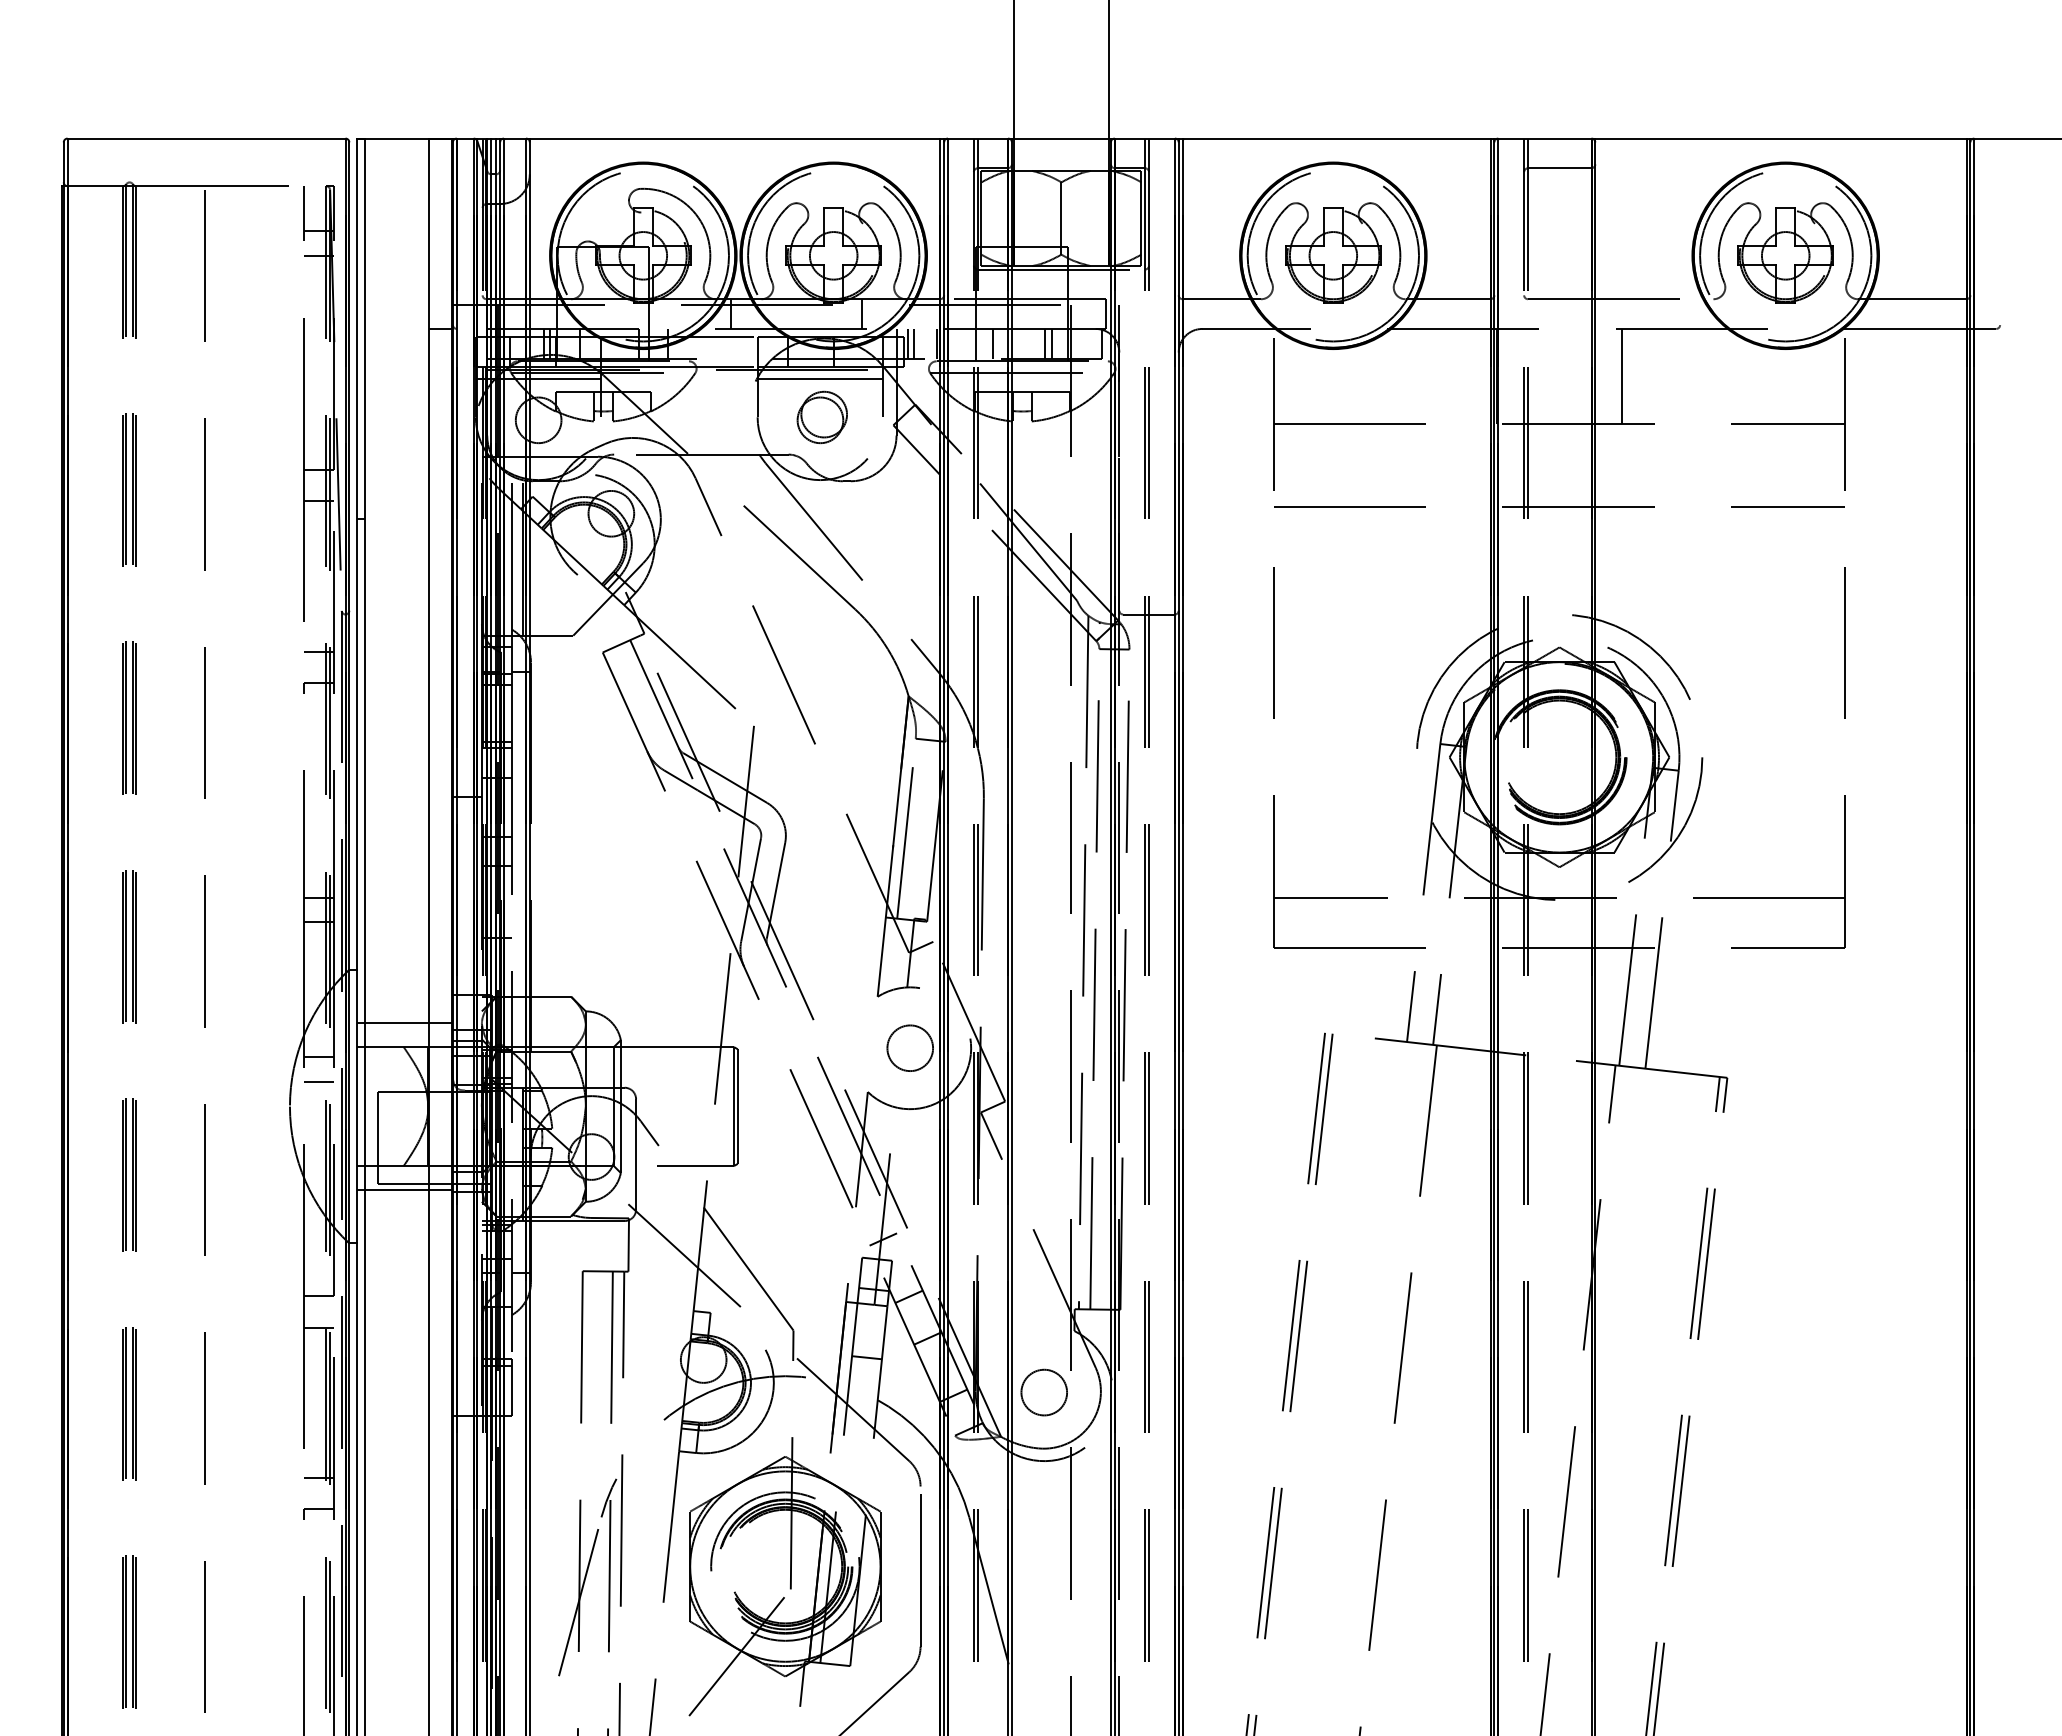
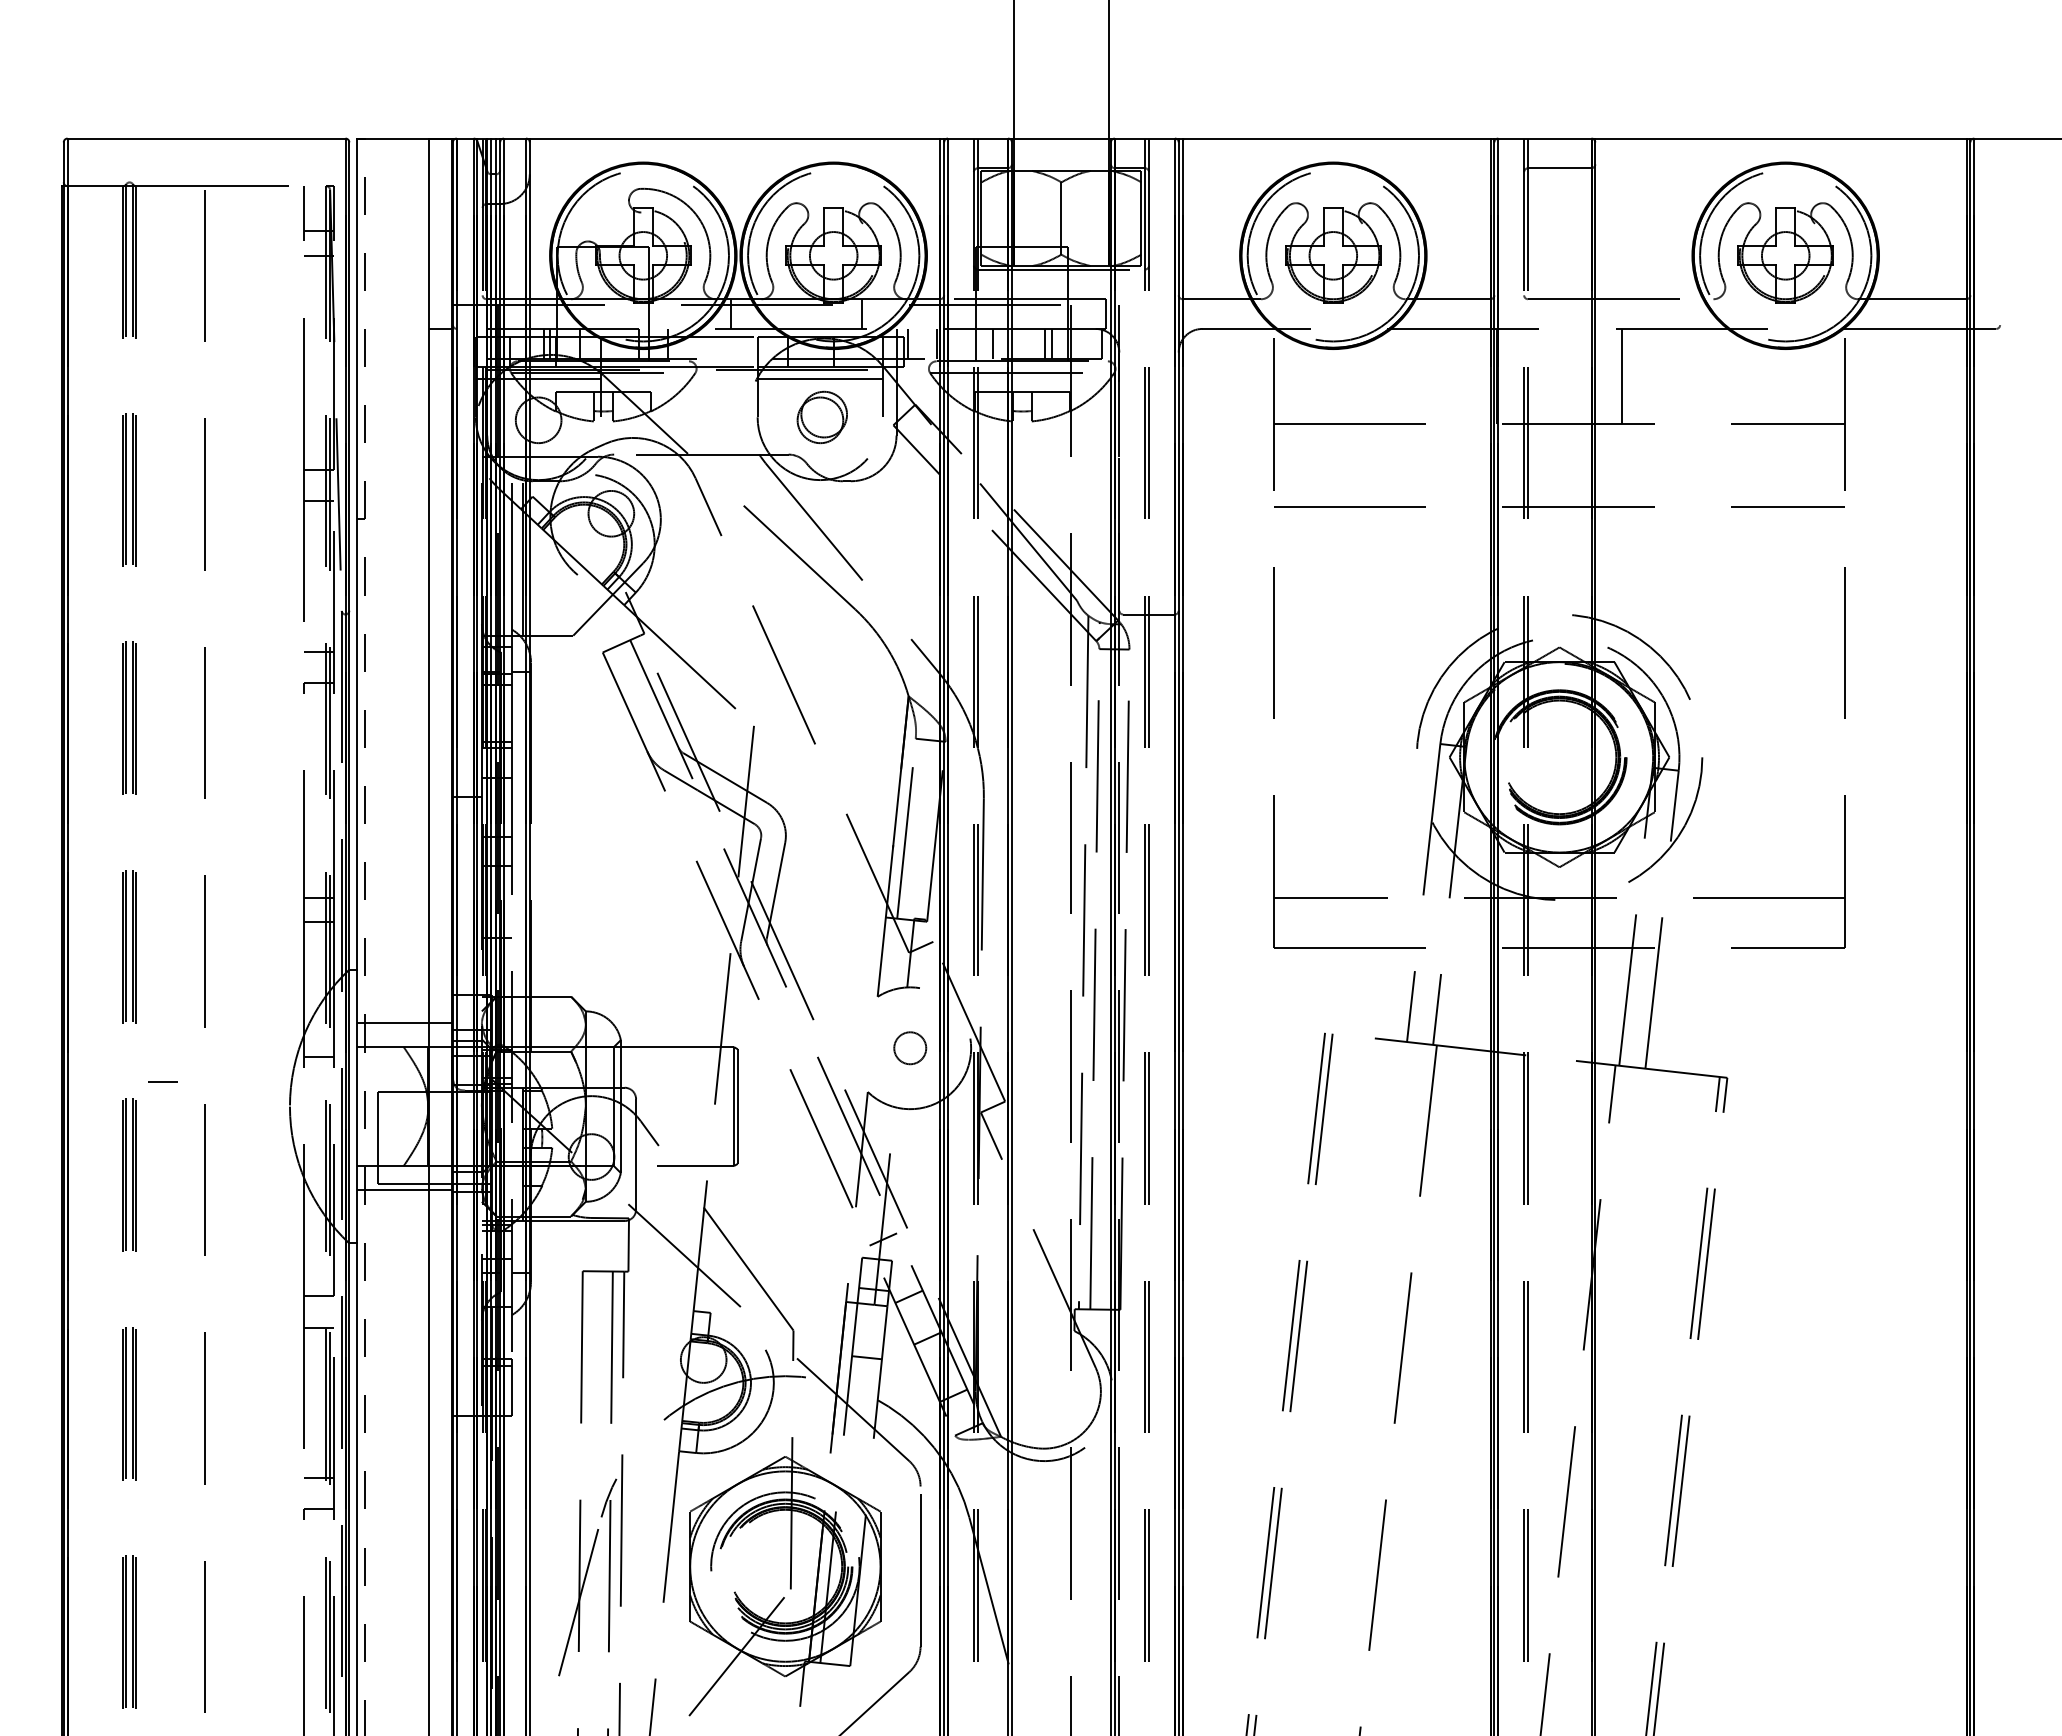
line at (914, 343): present -> none
line at (364, 936): solid -> dashed
circle at (910, 1048) diameter: 46 px -> 32 px
line at (318, 1081) position: (318, 1081) -> (162, 1081)
circle at (1043, 1392): present -> none
